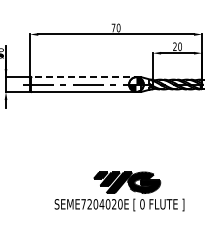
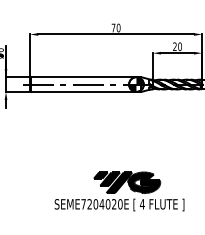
line at (86, 77): dashed -> solid
text at (141, 204): 0 -> 4
